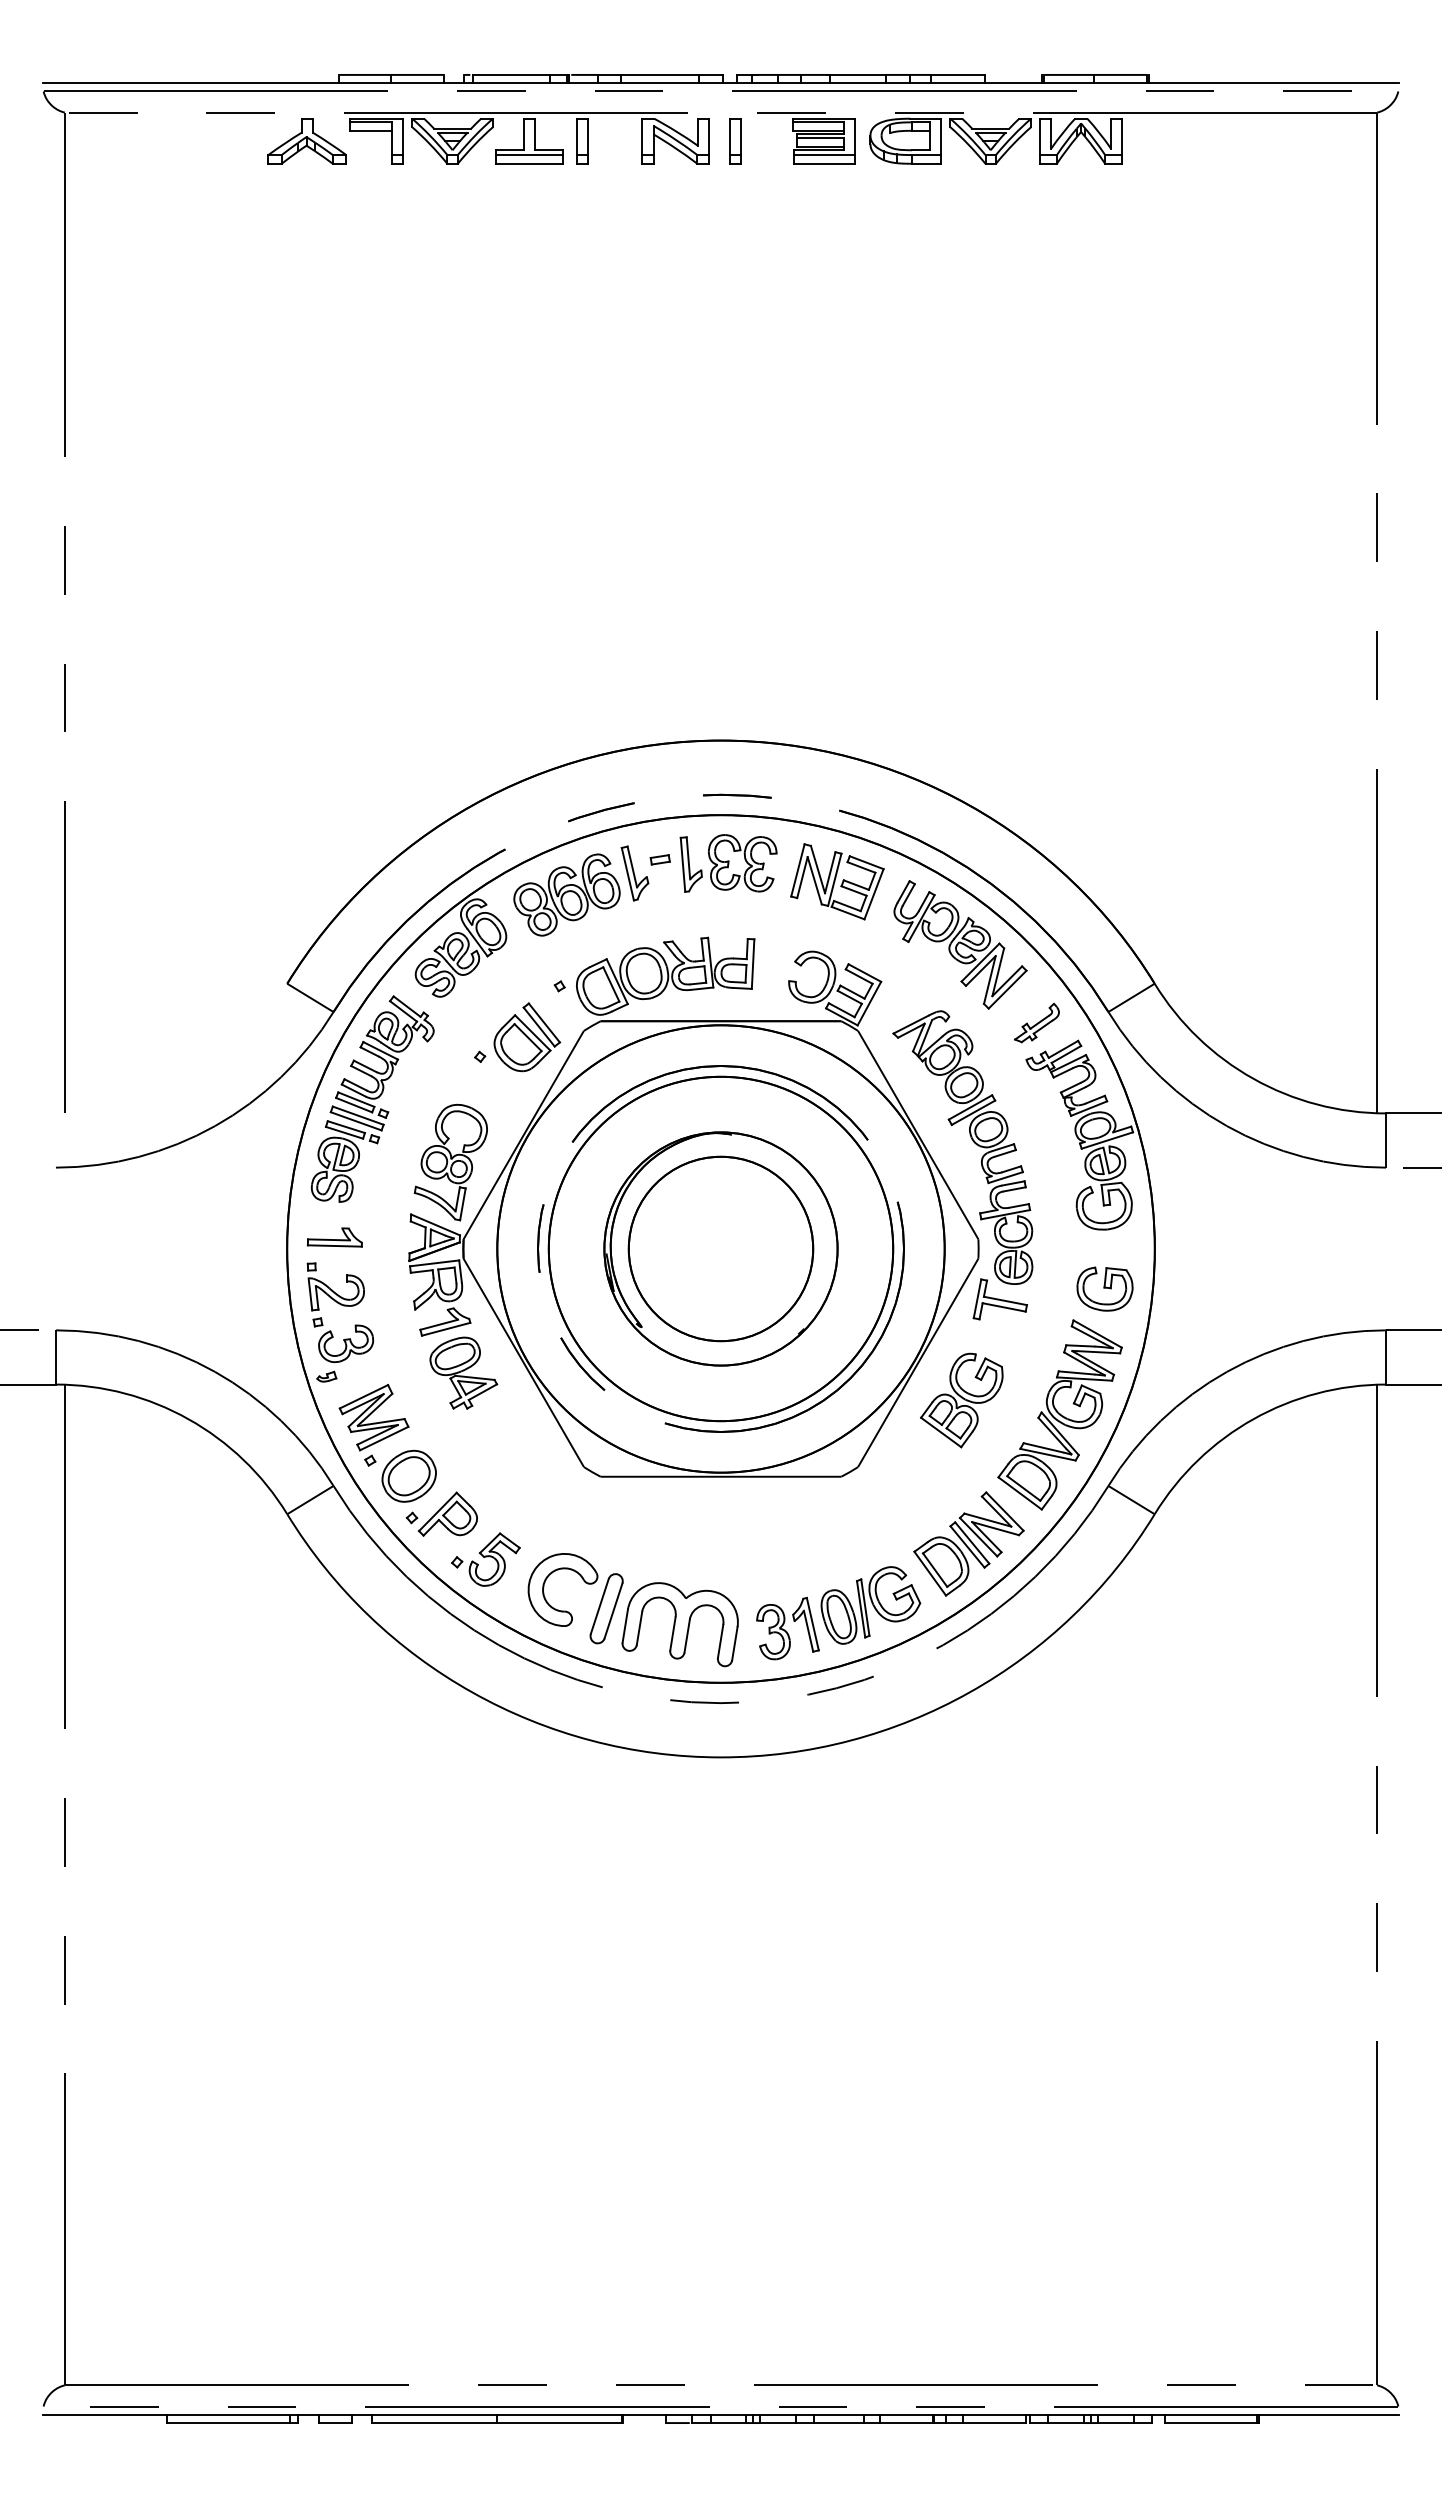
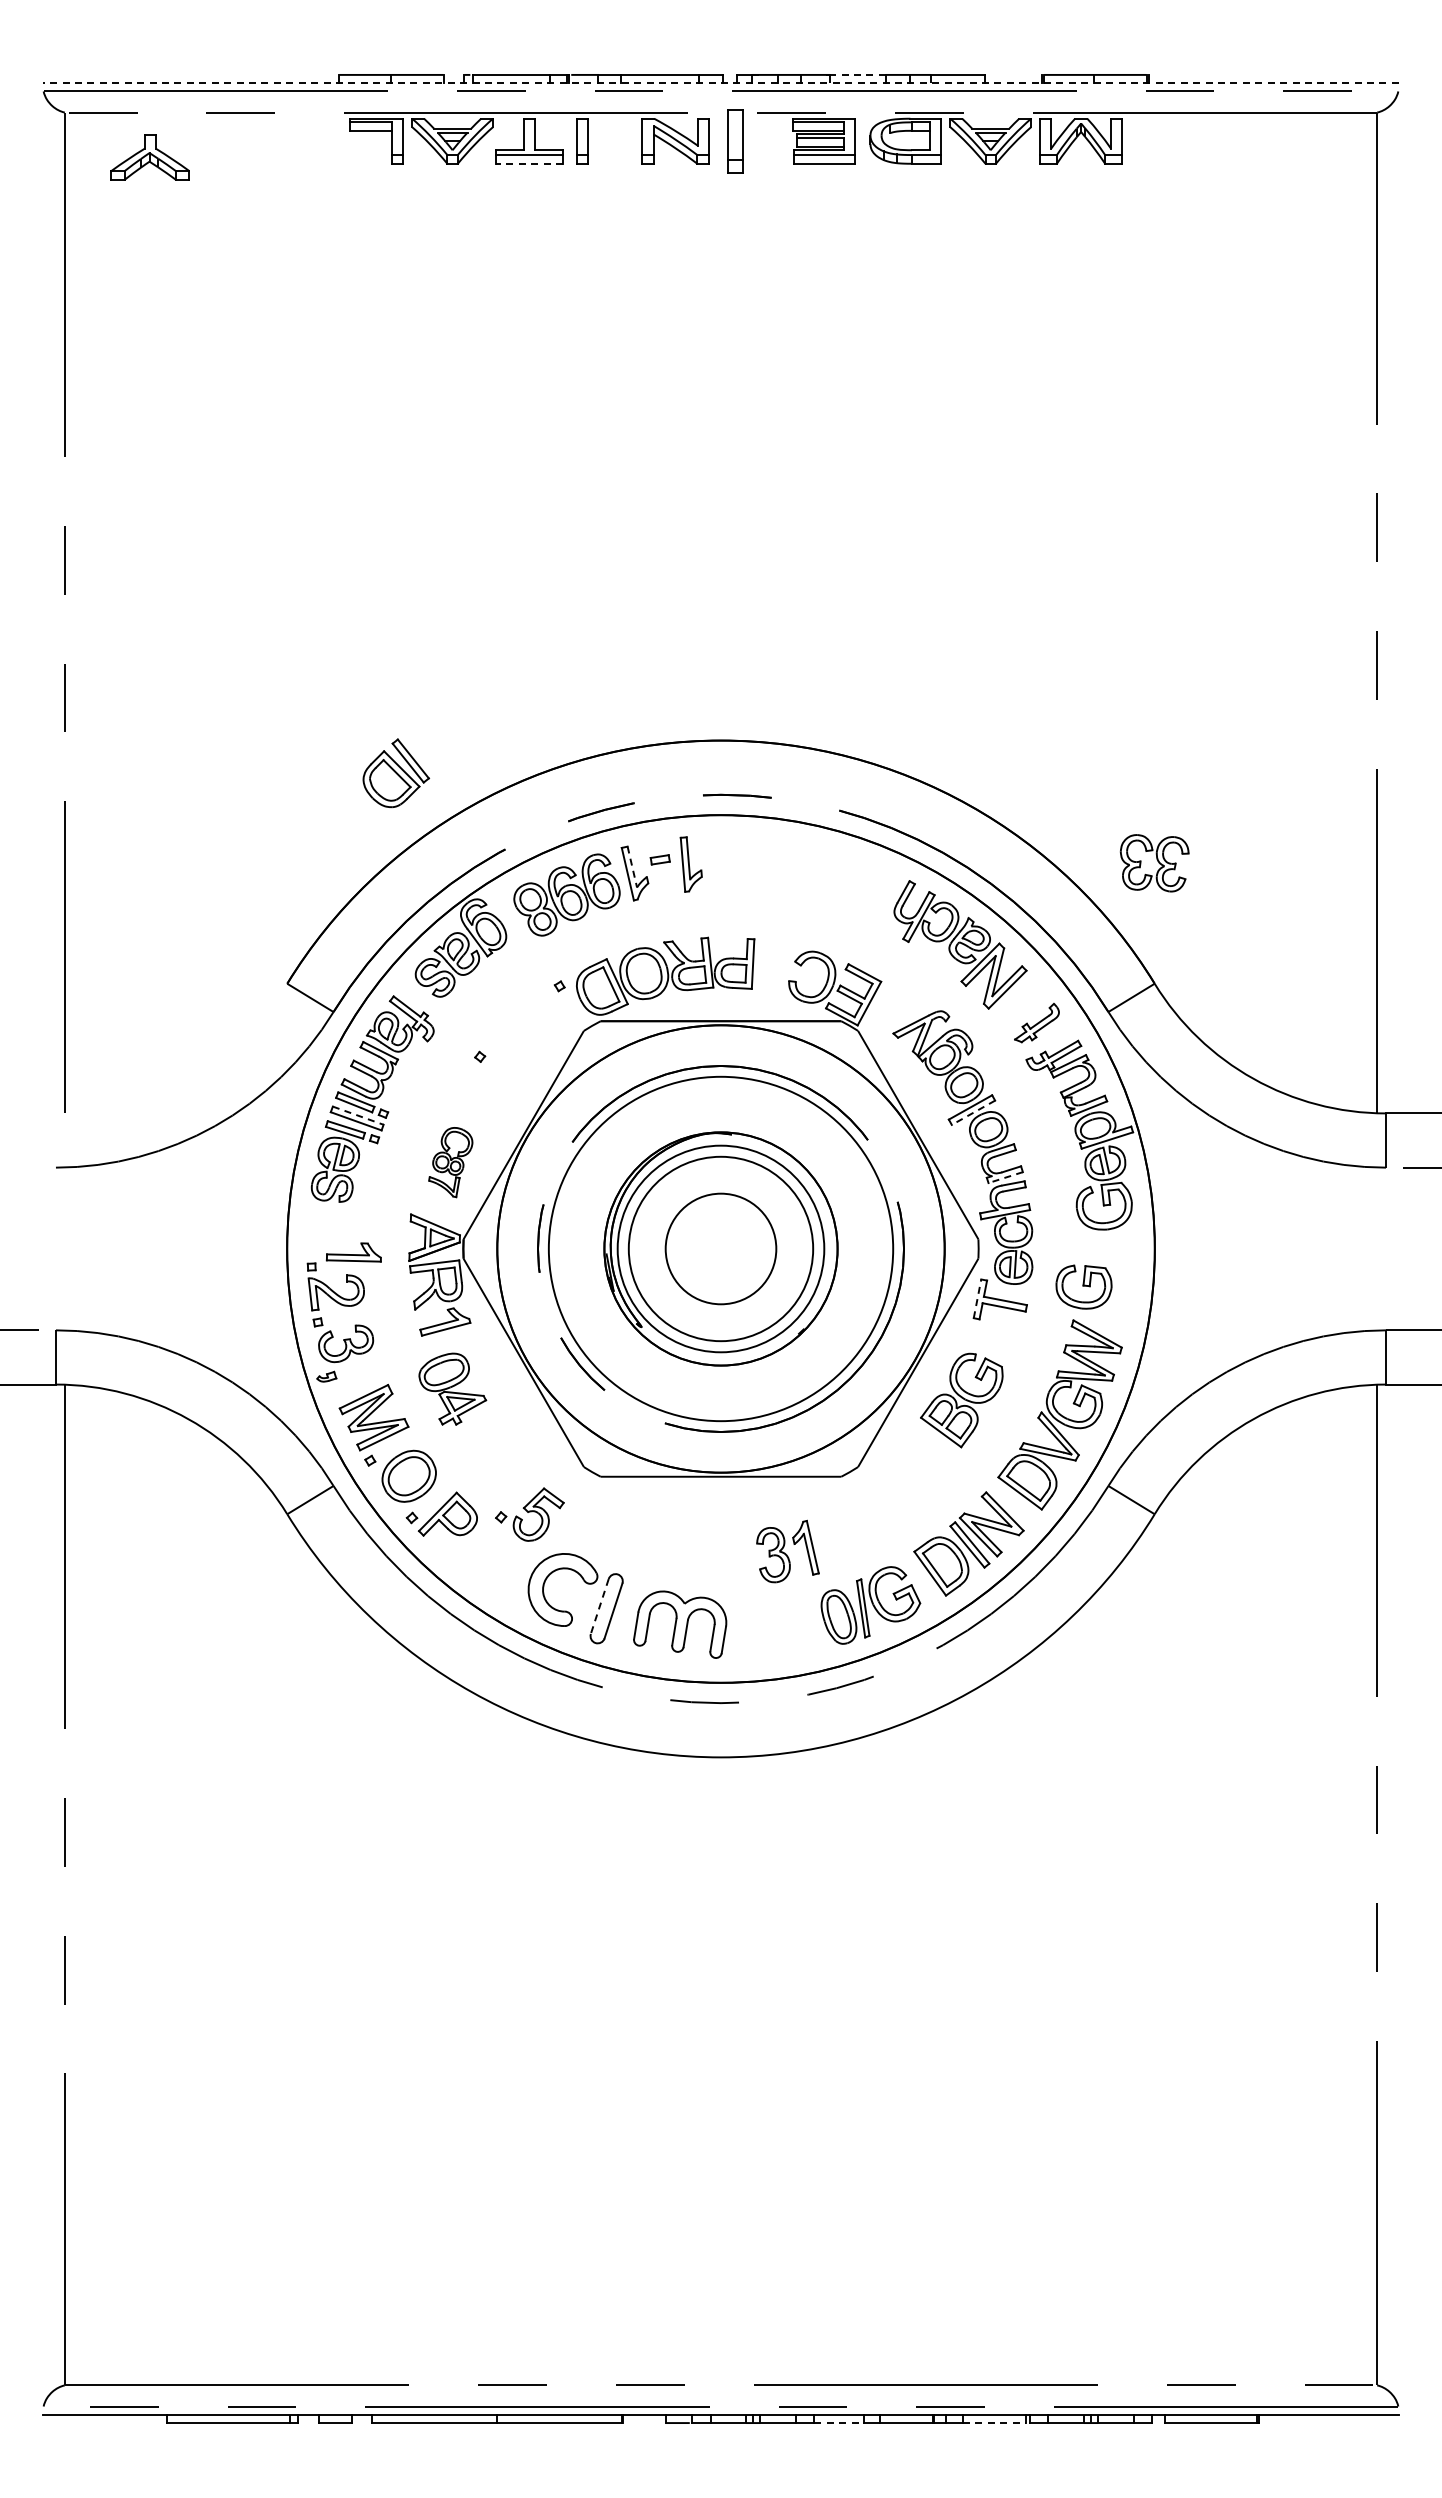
line at (857, 74): solid -> dashed
line at (721, 83): solid -> dashed
part at (306, 141) position: (306, 141) -> (149, 157)
part at (735, 141) size: 13x47 px -> 17x65 px
line at (529, 163): solid -> dashed
part at (742, 863) position: (742, 863) -> (1154, 863)
line at (632, 867): solid -> dashed
part at (837, 881): present -> none
part at (527, 1037) position: (527, 1037) -> (396, 773)
line at (973, 1112): solid -> dashed
line at (358, 1115): solid -> dashed
part at (450, 1162) size: 75x119 px -> 46x72 px
line at (1005, 1177): solid -> dashed
part at (334, 1237) position: (334, 1237) -> (353, 1252)
circle at (720, 1248) diameter: 184 px -> 111 px
circle at (720, 1248) diameter: 344 px -> 207 px
part at (1104, 1288) position: (1104, 1288) -> (1083, 1286)
line at (977, 1298): solid -> dashed
part at (463, 1372) position: (463, 1372) -> (452, 1388)
part at (485, 1559) position: (485, 1559) -> (529, 1514)
line at (599, 1606): solid -> dashed
part at (679, 1624) size: 118x86 px -> 95x69 px
part at (787, 1628) position: (787, 1628) -> (787, 1551)
line at (839, 2423): solid -> dashed
line at (994, 2423): solid -> dashed
